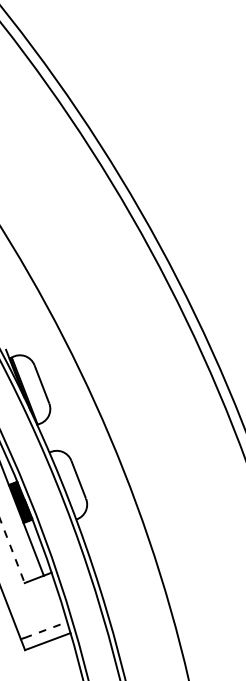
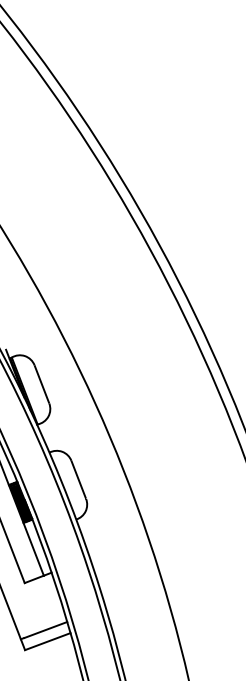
line at (12, 551): dashed -> solid
line at (45, 629): dashed -> solid
